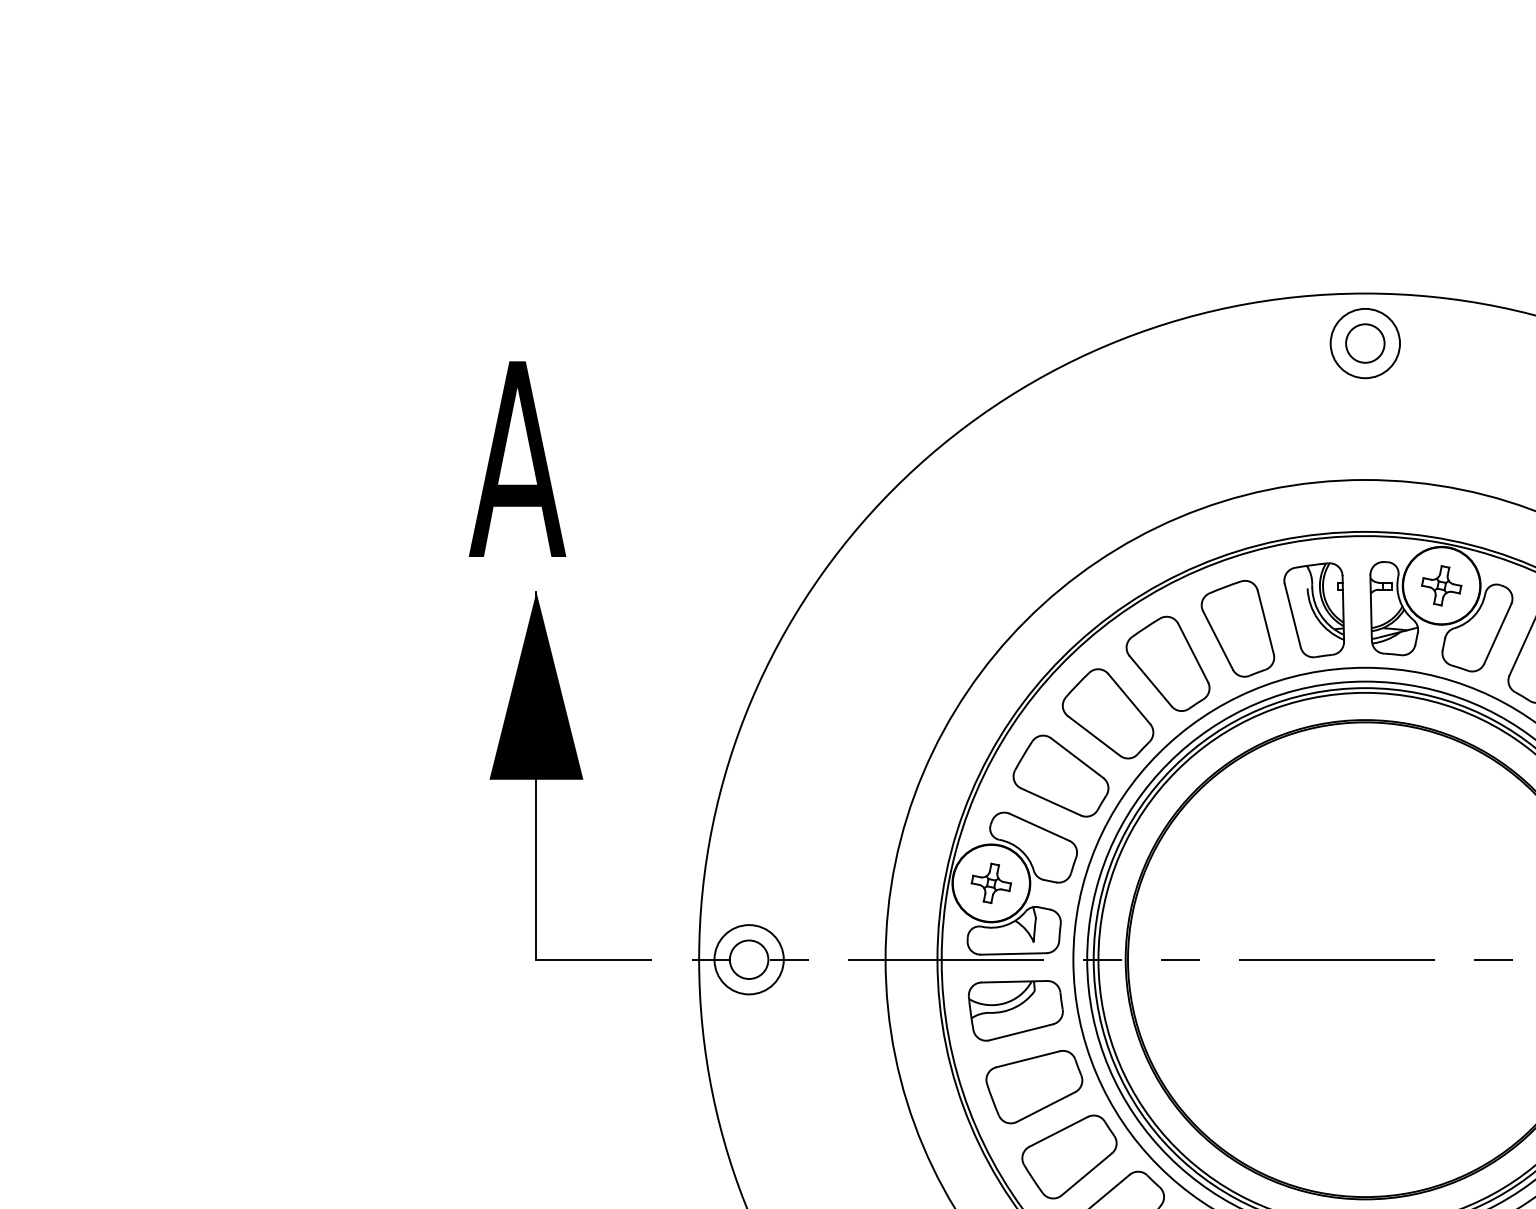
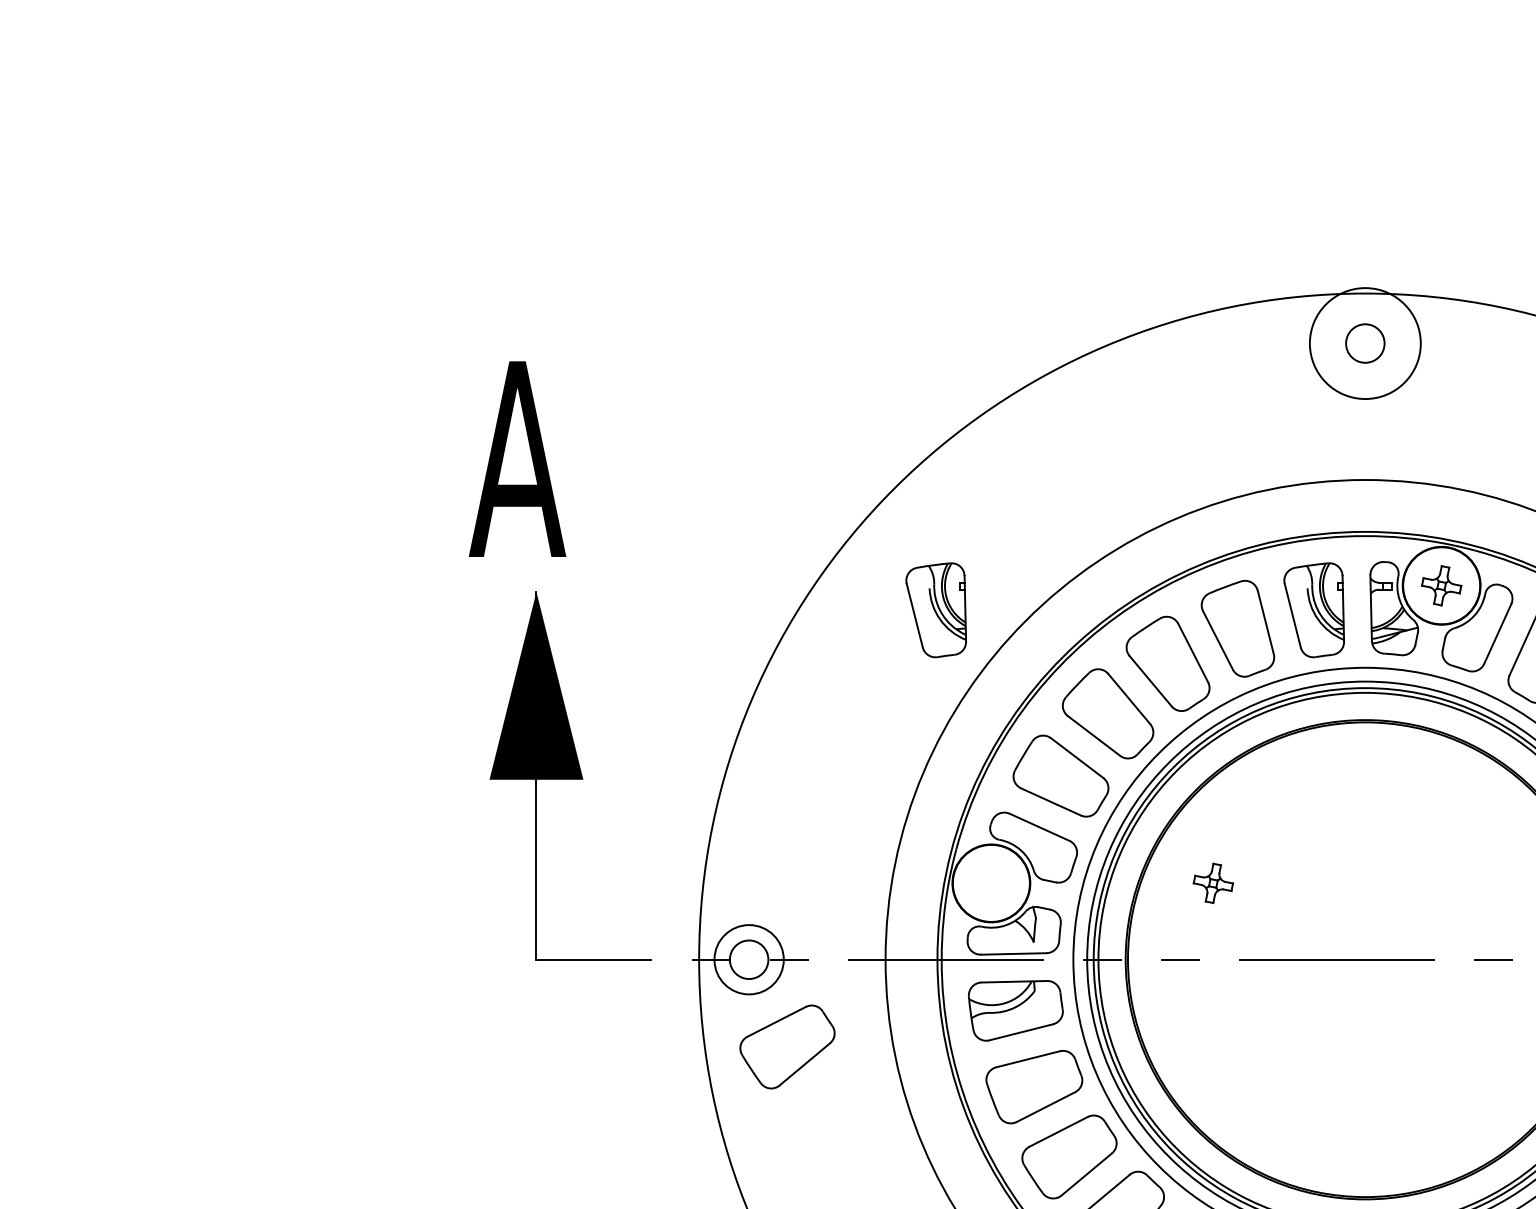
circle at (1365, 343) diameter: 69 px -> 111 px
part at (935, 610): none -> present
part at (990, 883) position: (990, 883) -> (1212, 883)
part at (787, 1046): none -> present
